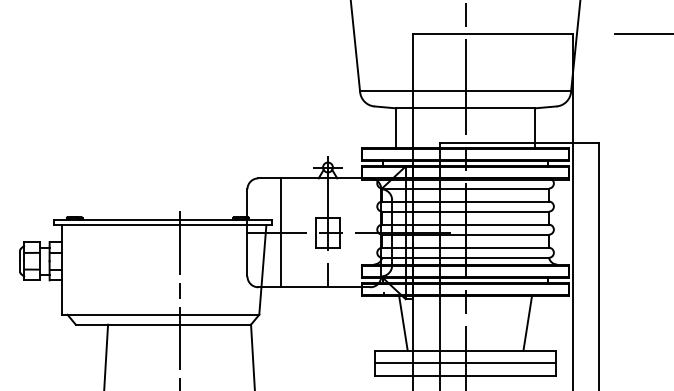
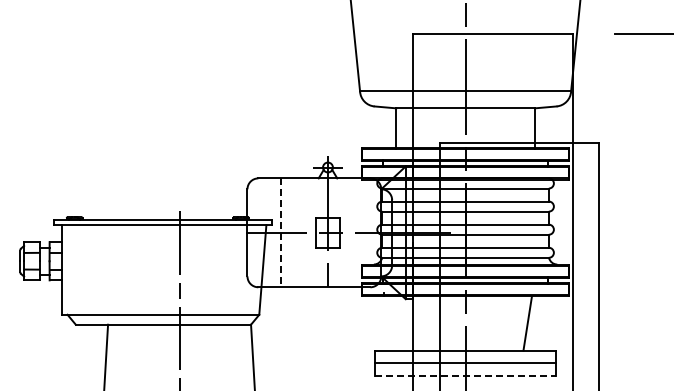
line at (281, 233): solid -> dashed
line at (403, 323): present -> none
line at (466, 376): solid -> dashed
